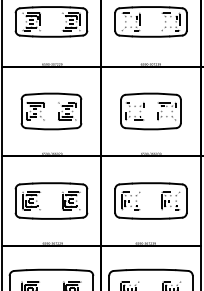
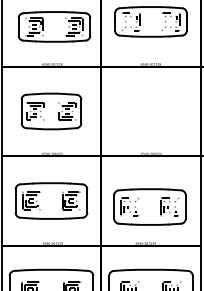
part at (51, 21) position: (51, 21) -> (54, 26)
part at (150, 111): present -> none
part at (150, 200) position: (150, 200) -> (149, 206)
